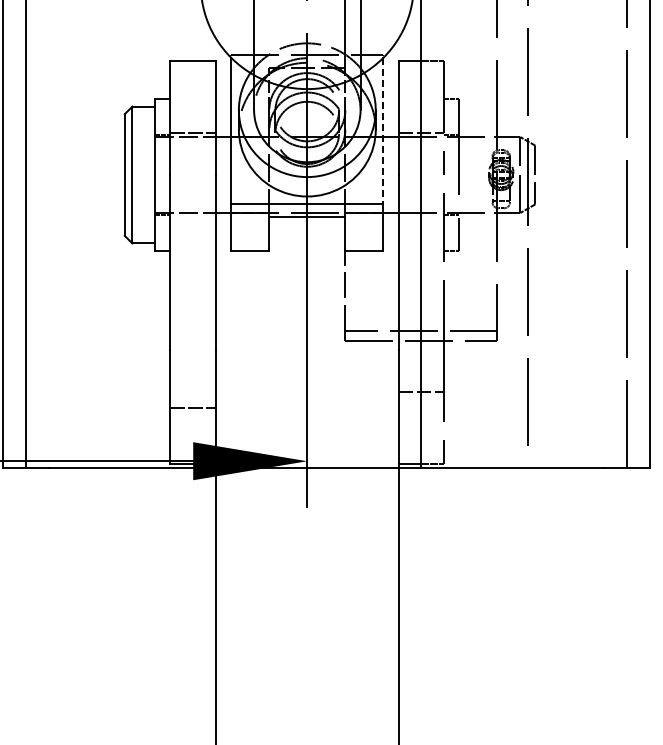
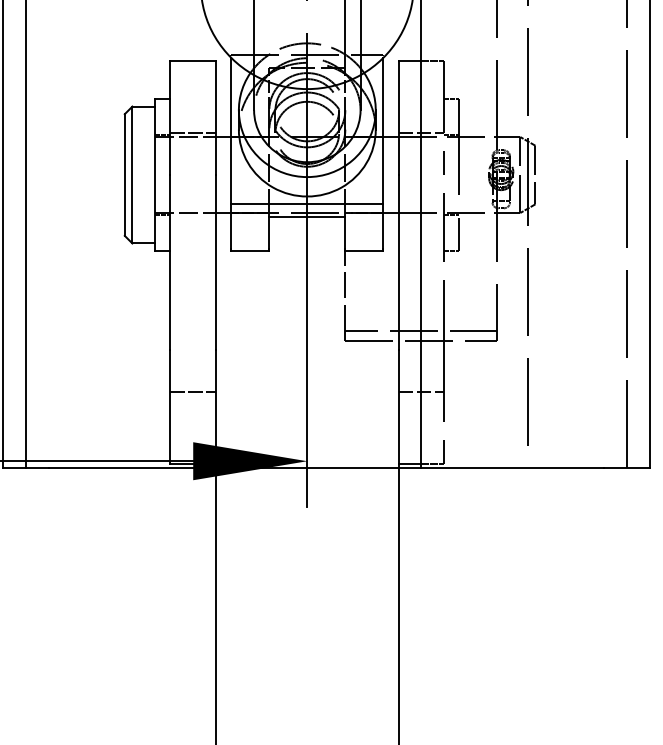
line at (383, 131): dashed -> solid
line at (193, 407) position: (193, 407) -> (193, 391)
